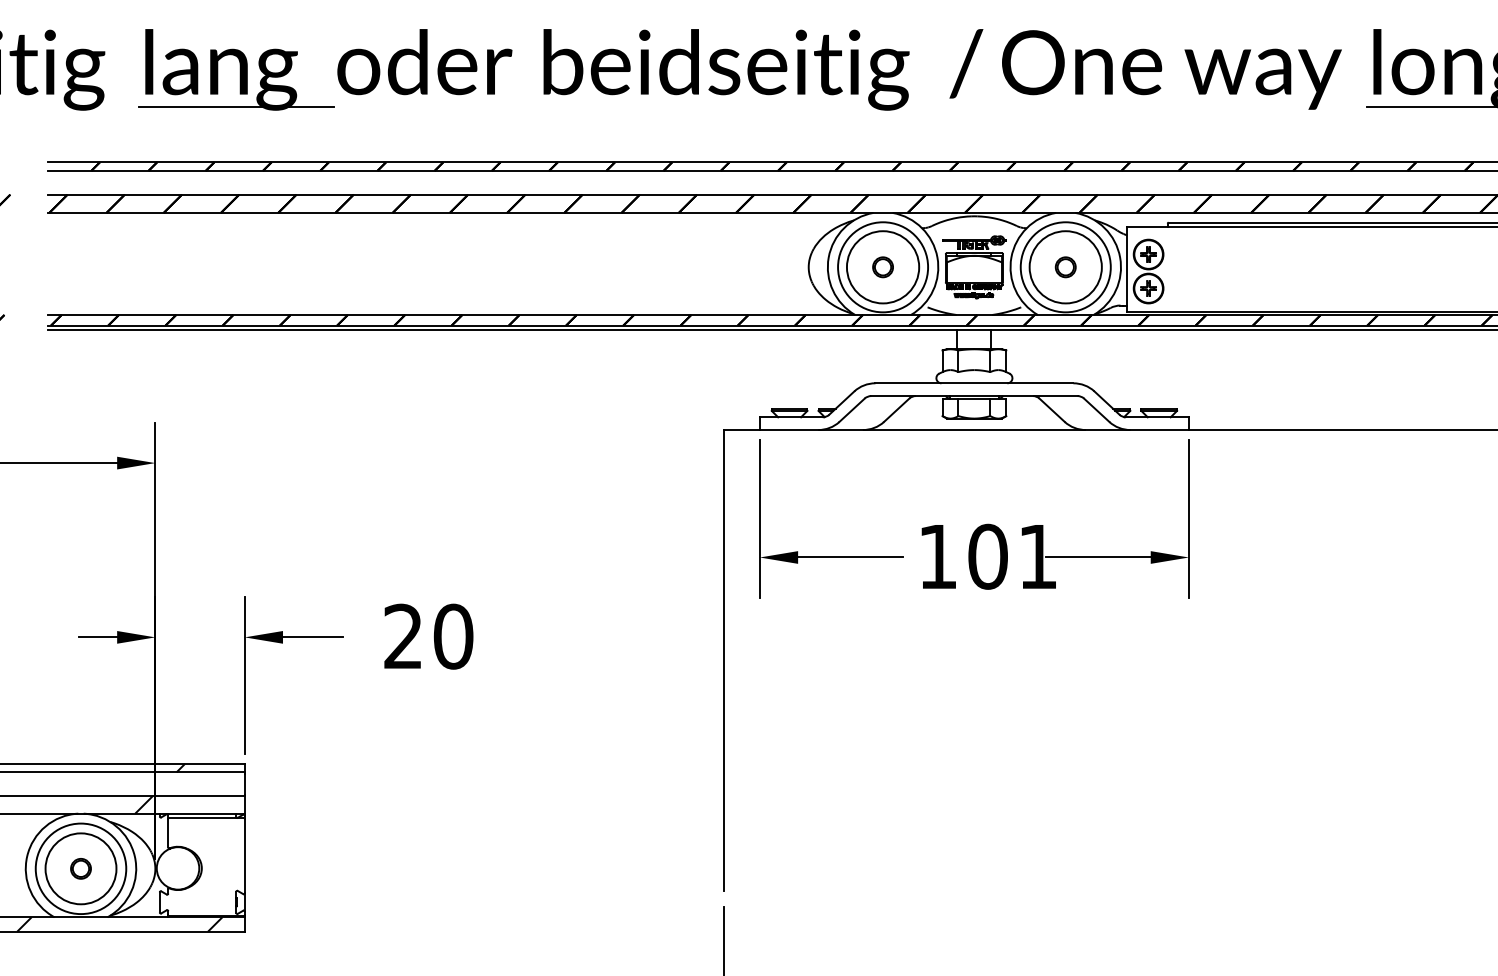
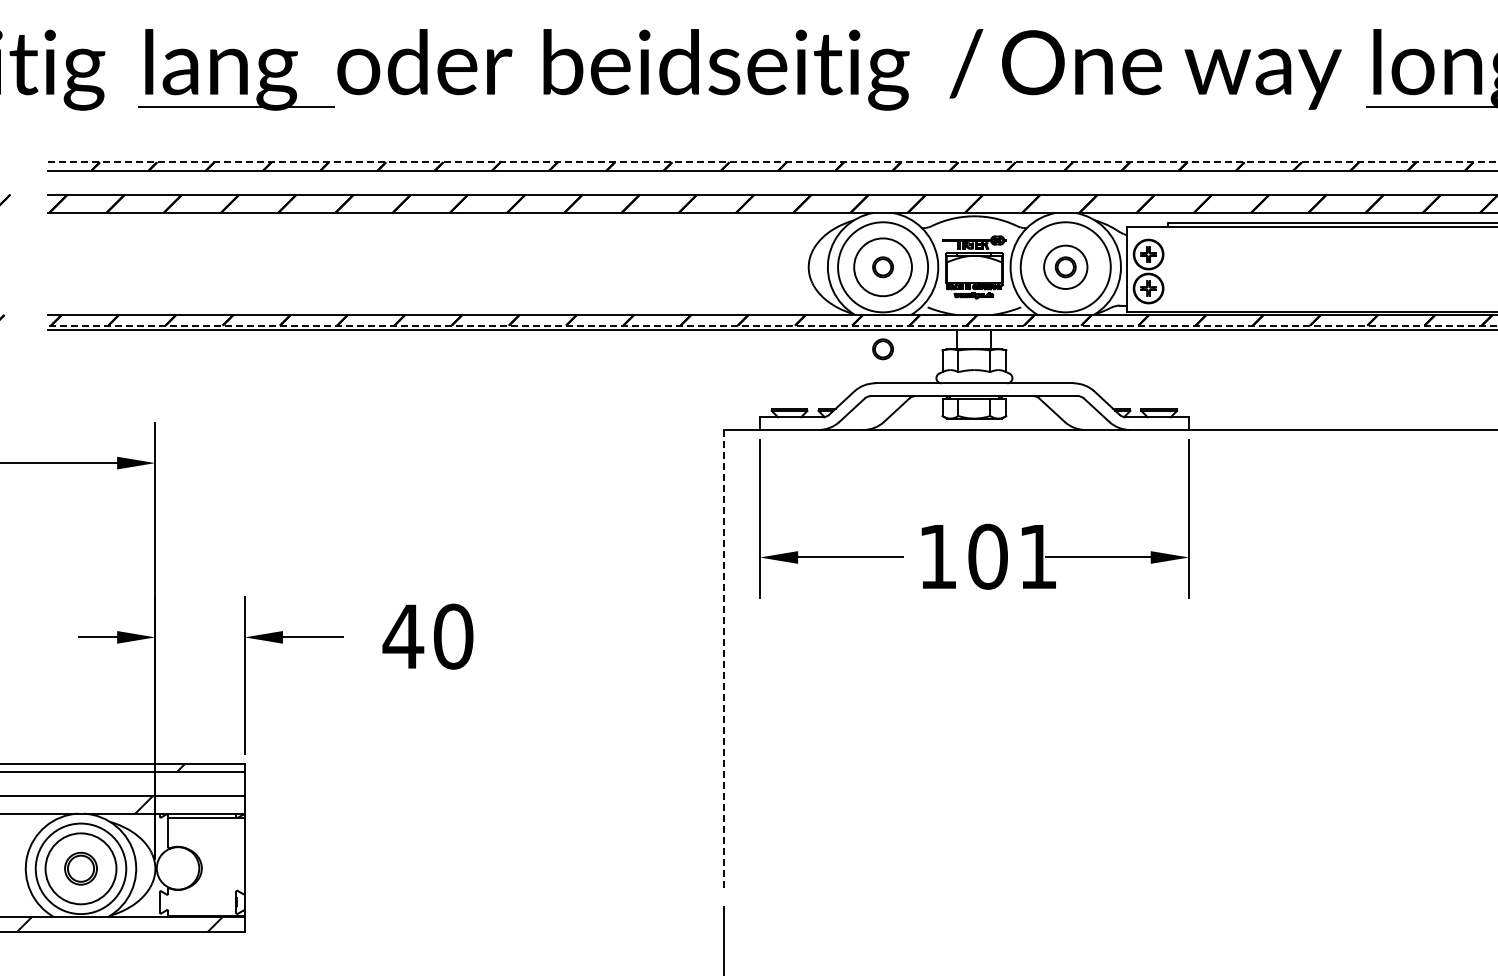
line at (773, 162): solid -> dashed
circle at (882, 267) diameter: 72 px -> 58 px
circle at (1065, 267) diameter: 72 px -> 43 px
line at (773, 325): solid -> dashed
part at (882, 349): none -> present
text at (403, 635): 20 -> 40
line at (723, 660): solid -> dashed
circle at (80, 868) size: 22x22 px -> 34x35 px
